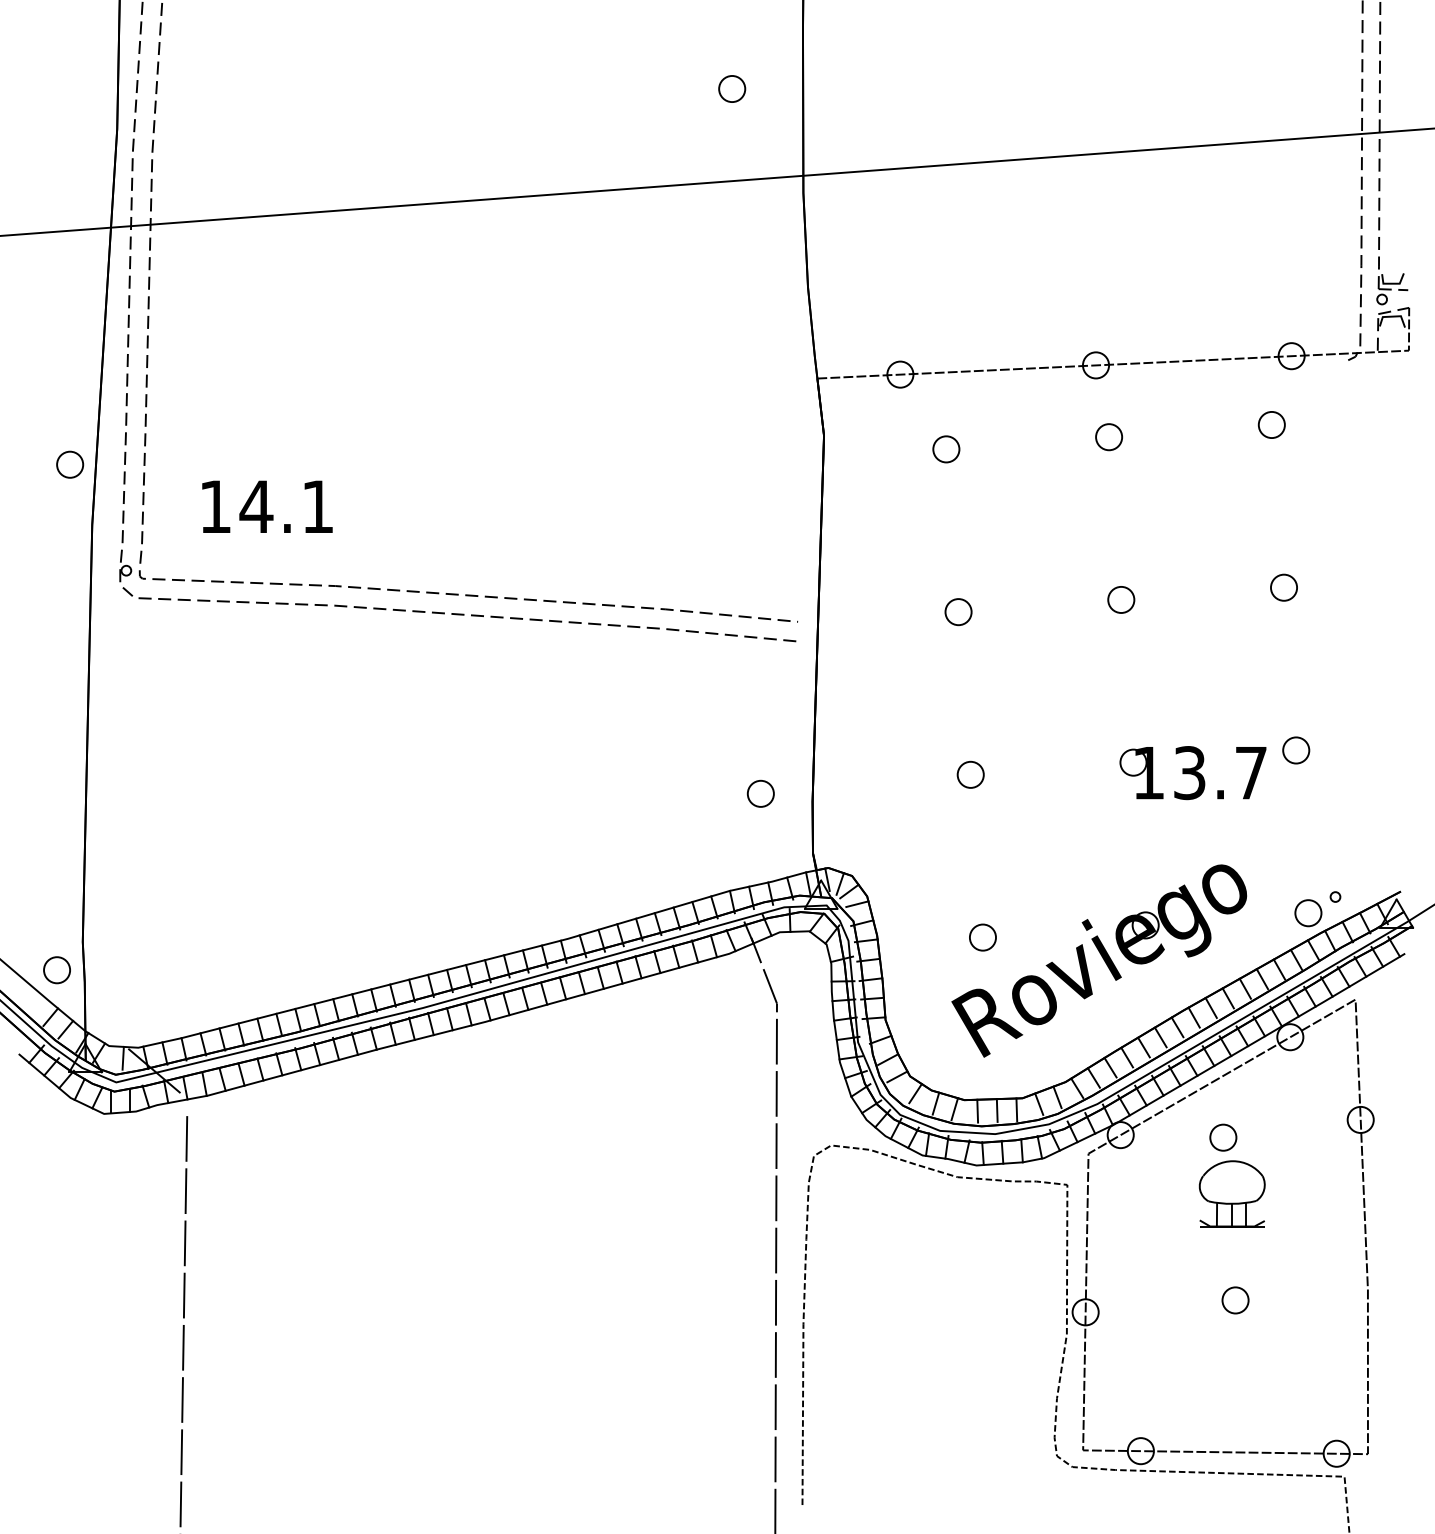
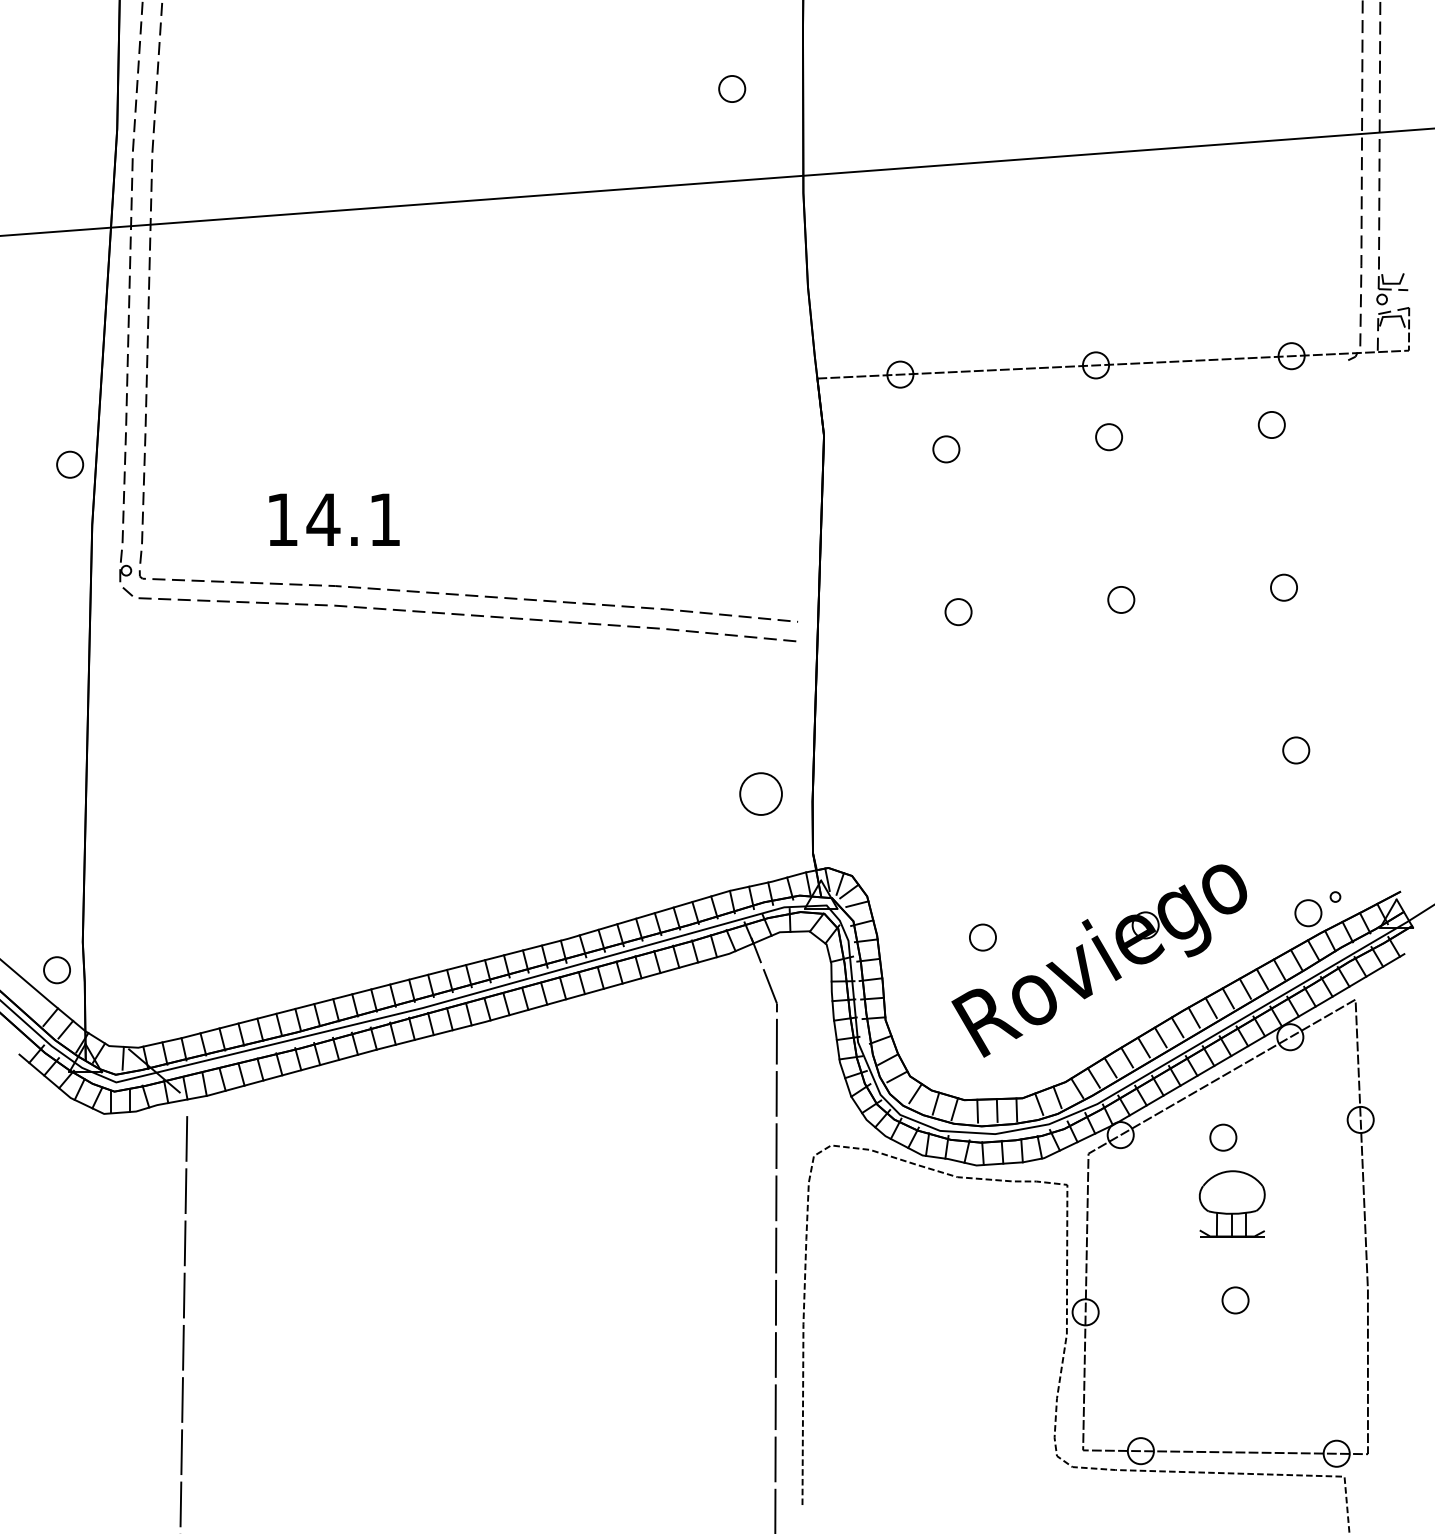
text at (267, 506) position: (267, 506) -> (334, 519)
part at (1192, 773): present -> none
part at (970, 774): present -> none
part at (760, 793) size: 29x29 px -> 44x44 px
part at (1231, 1193) position: (1231, 1193) -> (1231, 1203)
